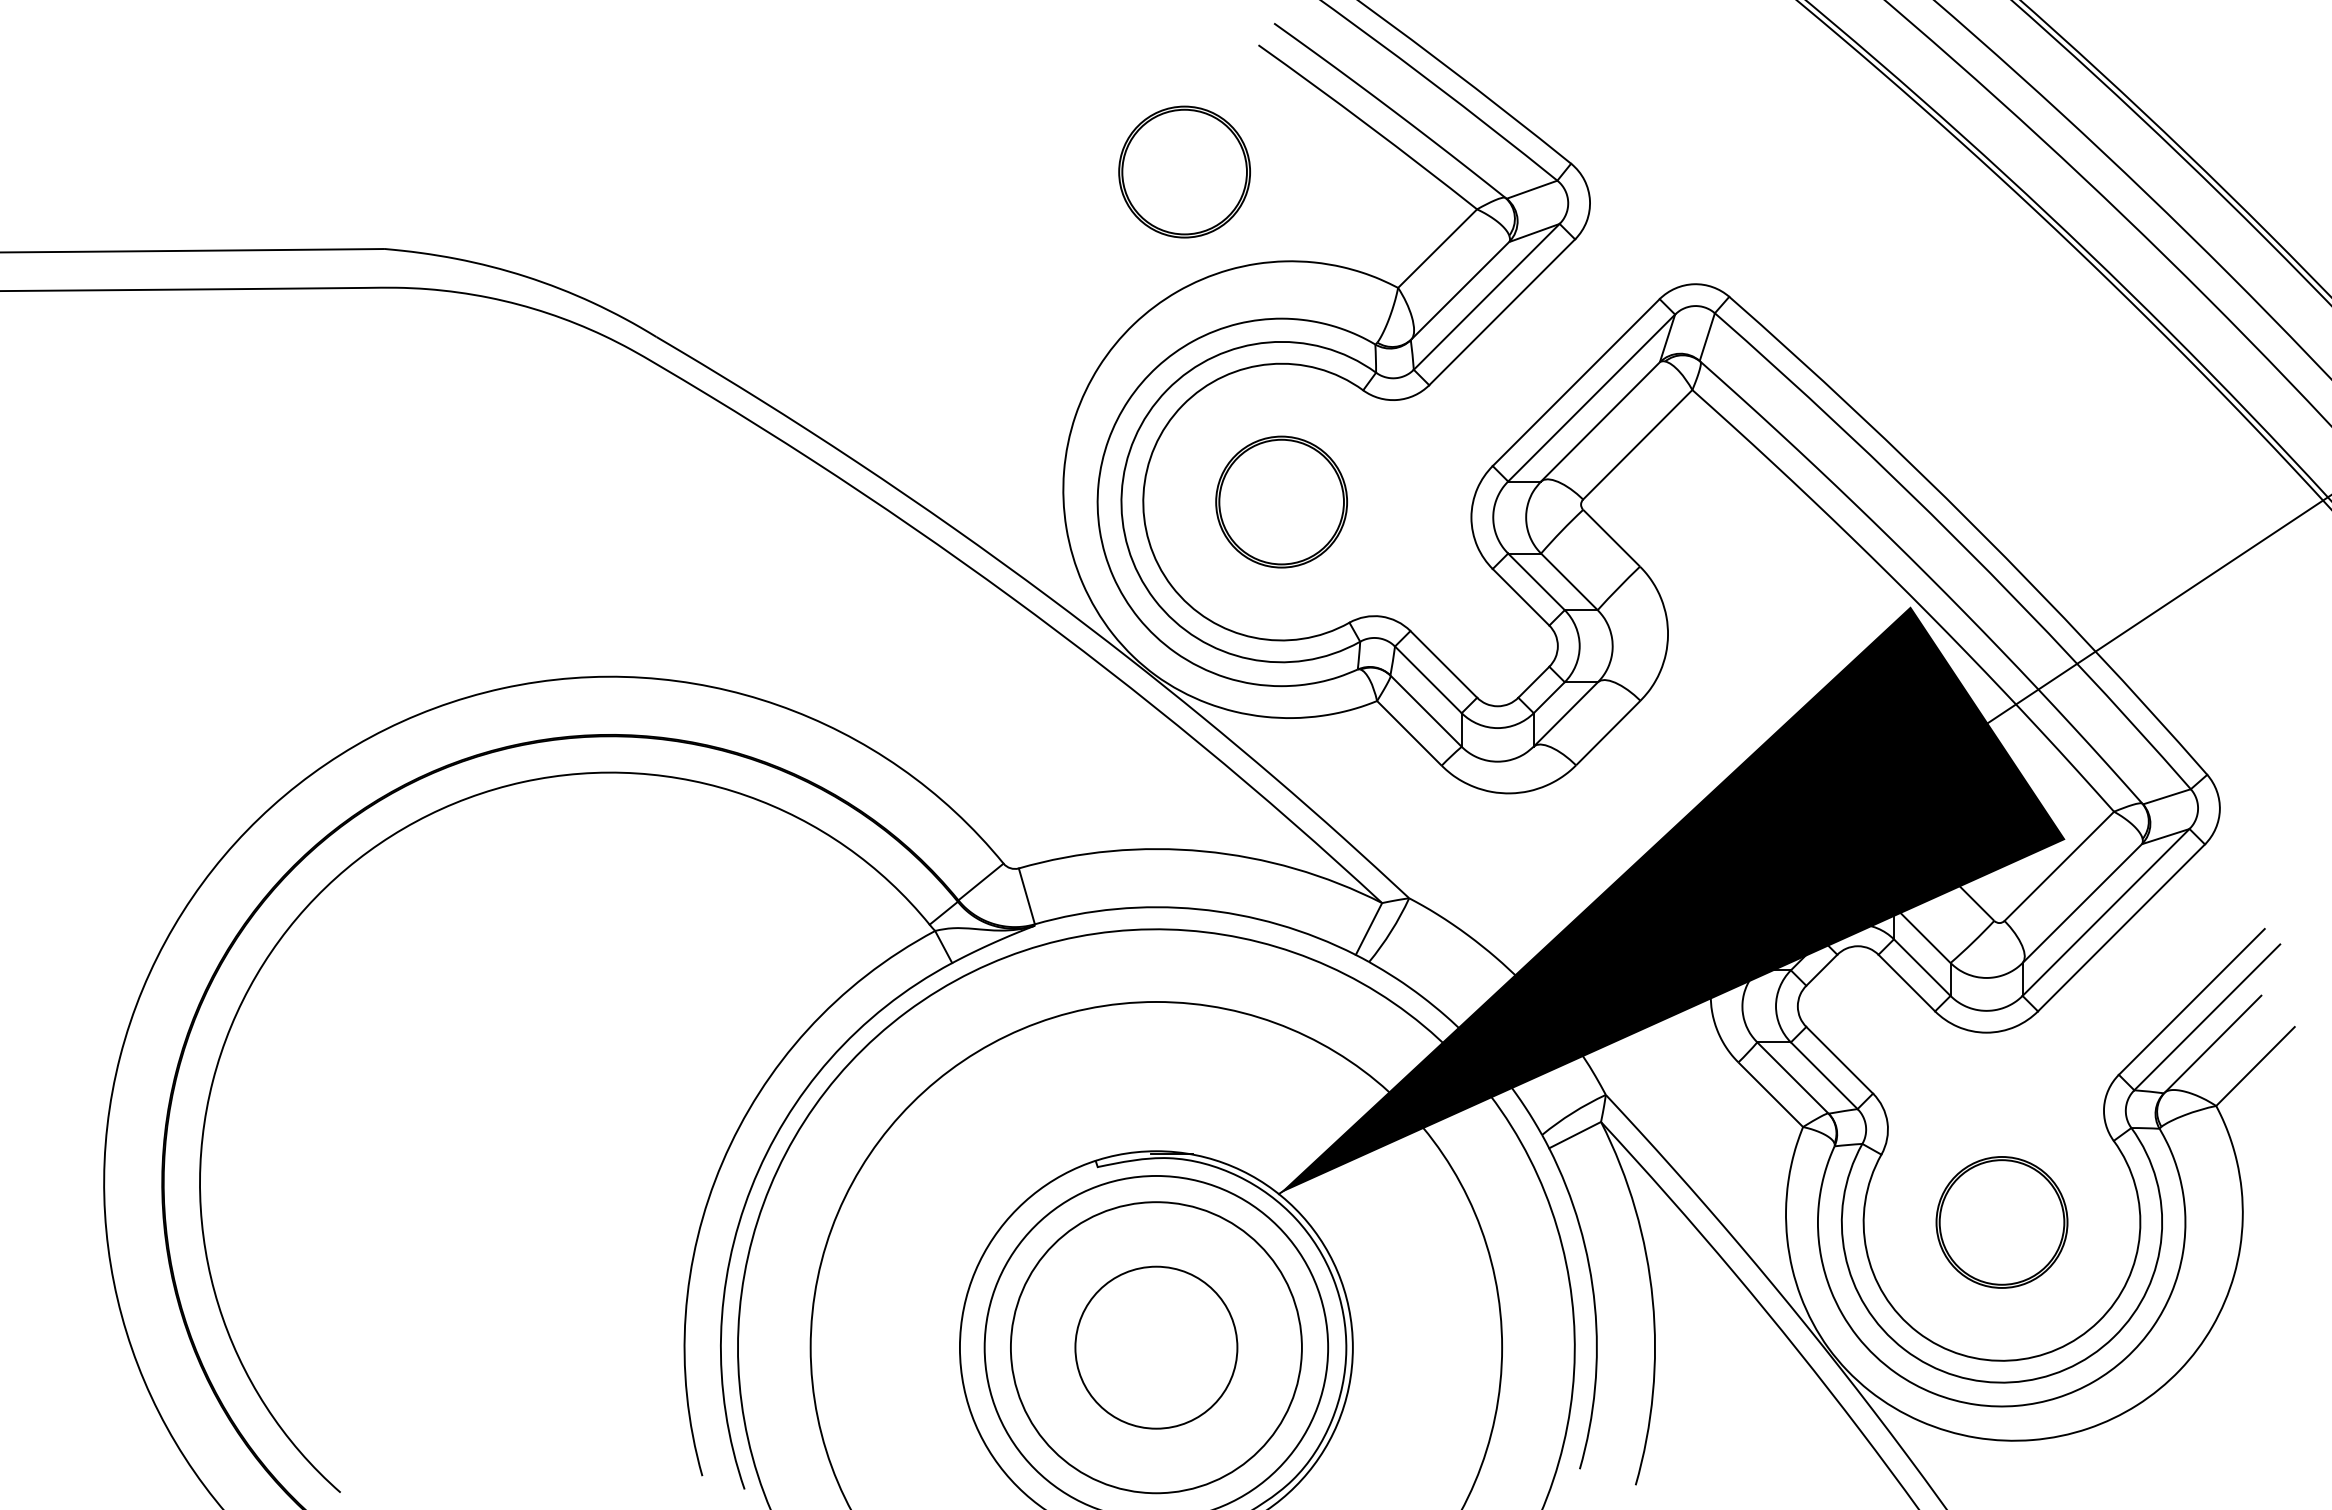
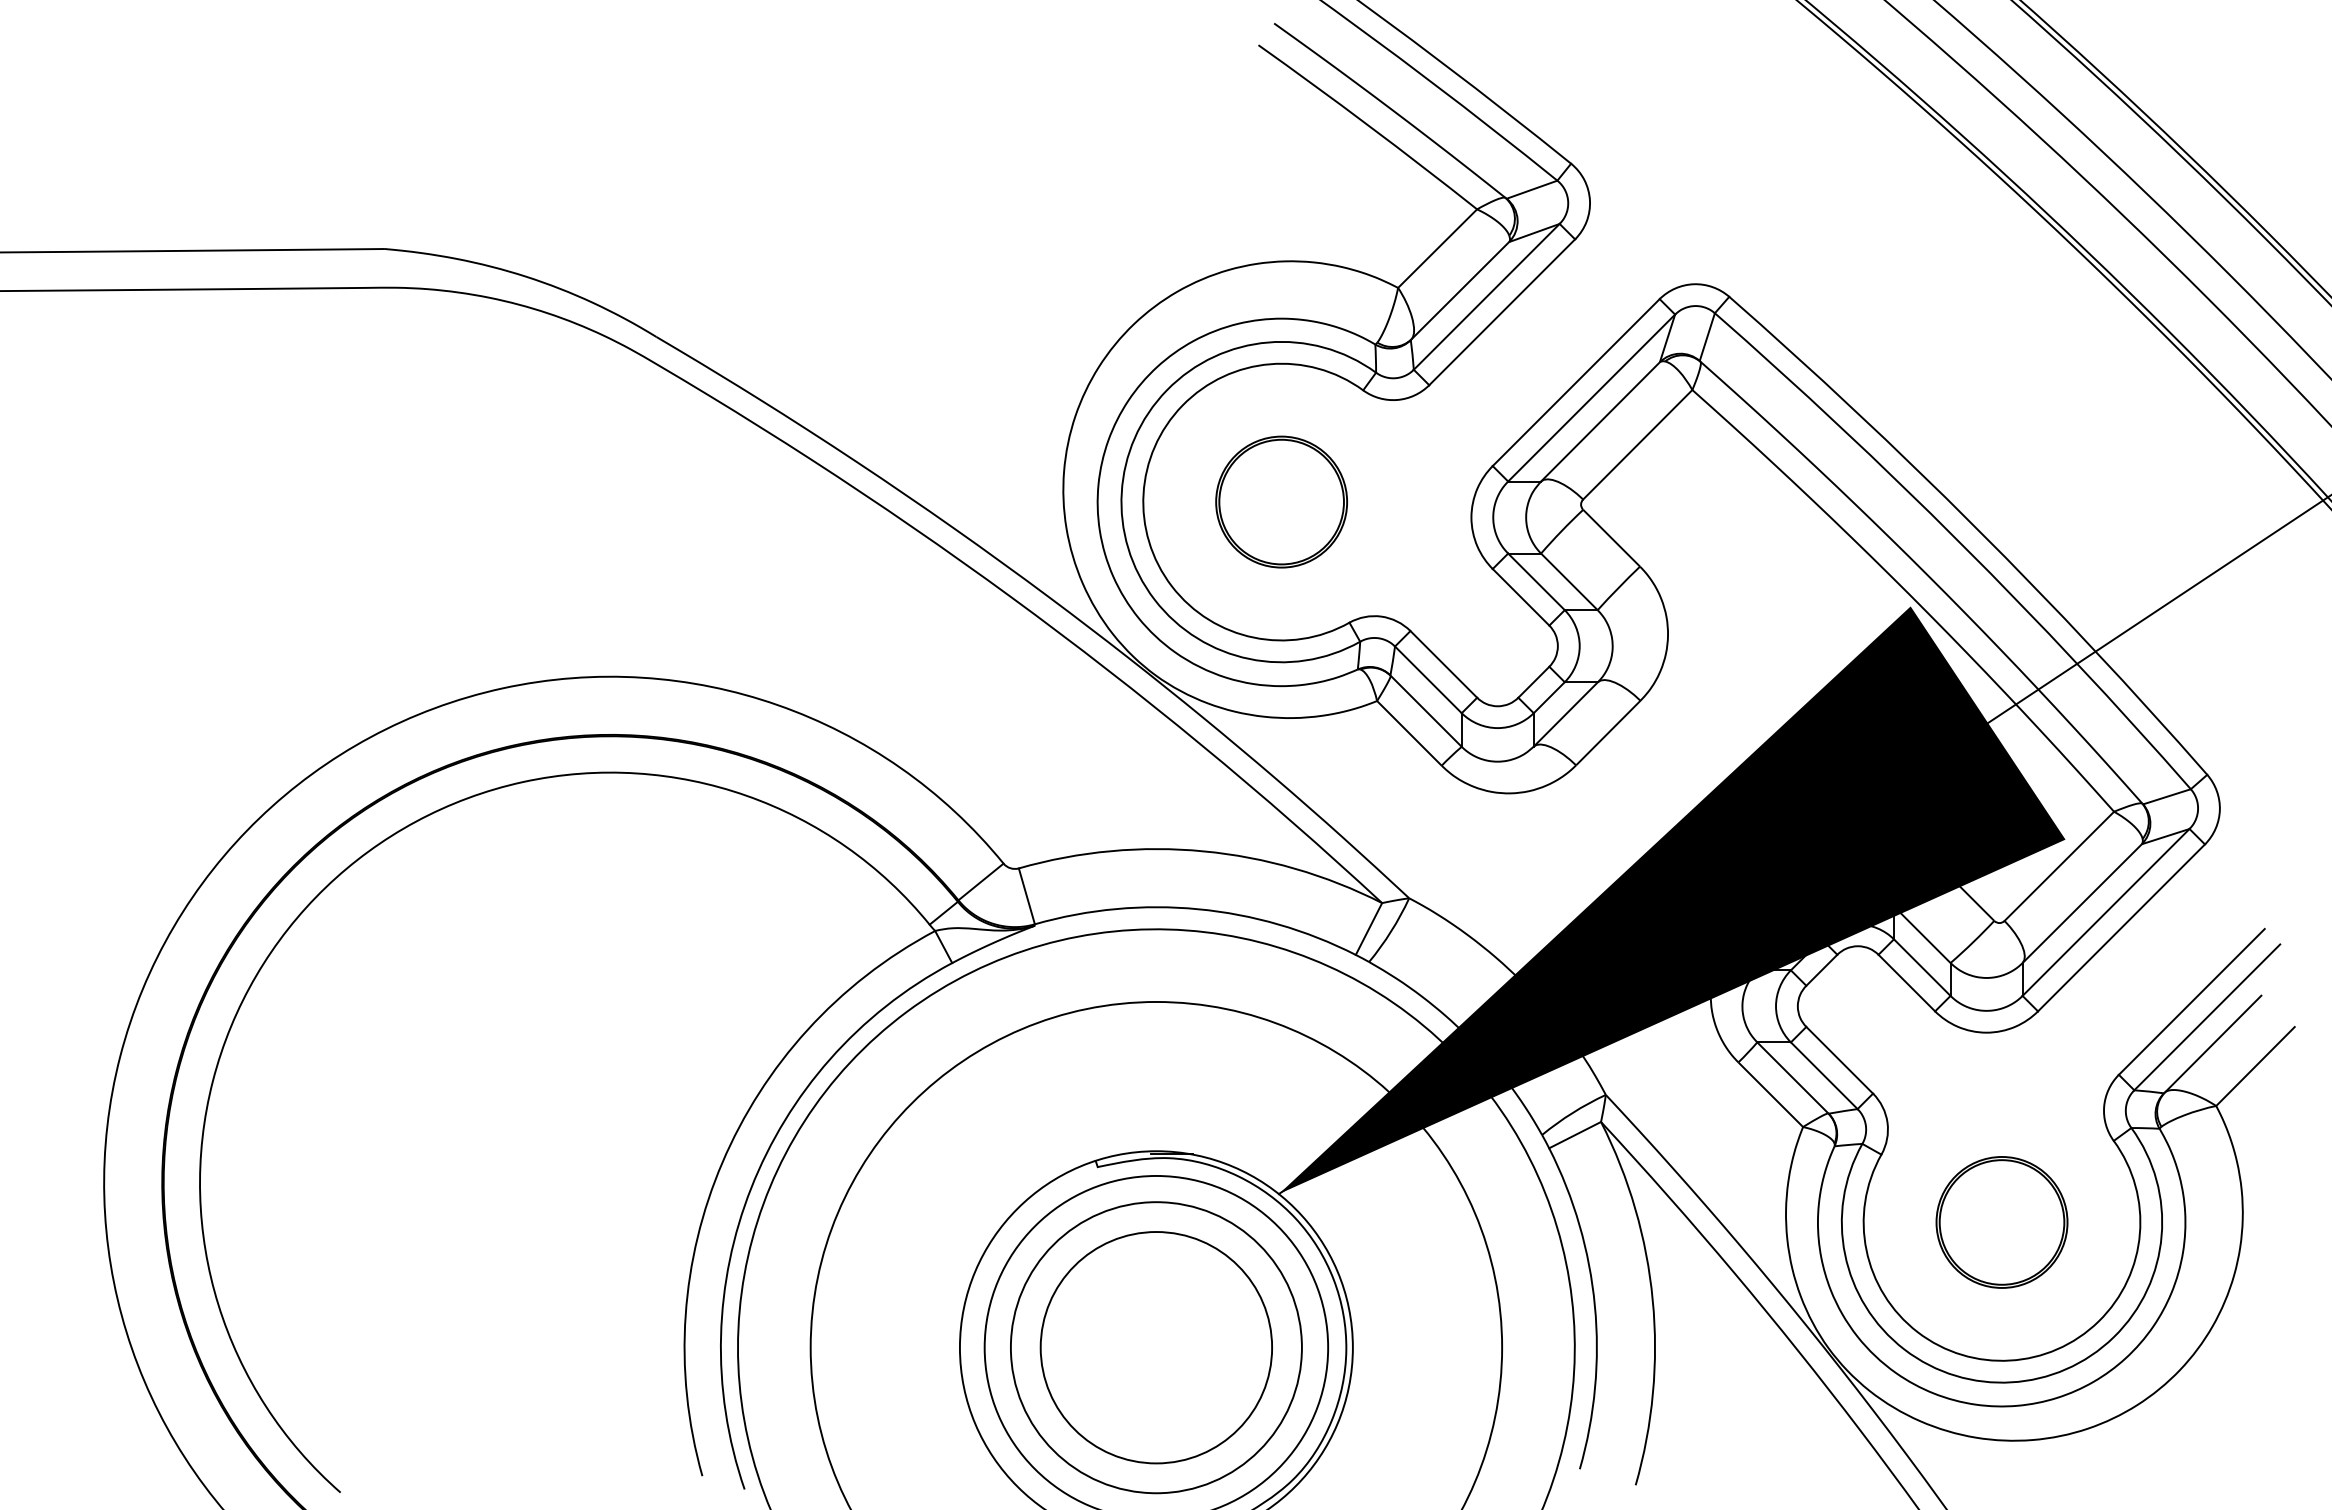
part at (1184, 171): present -> none
circle at (1156, 1347) diameter: 162 px -> 231 px
